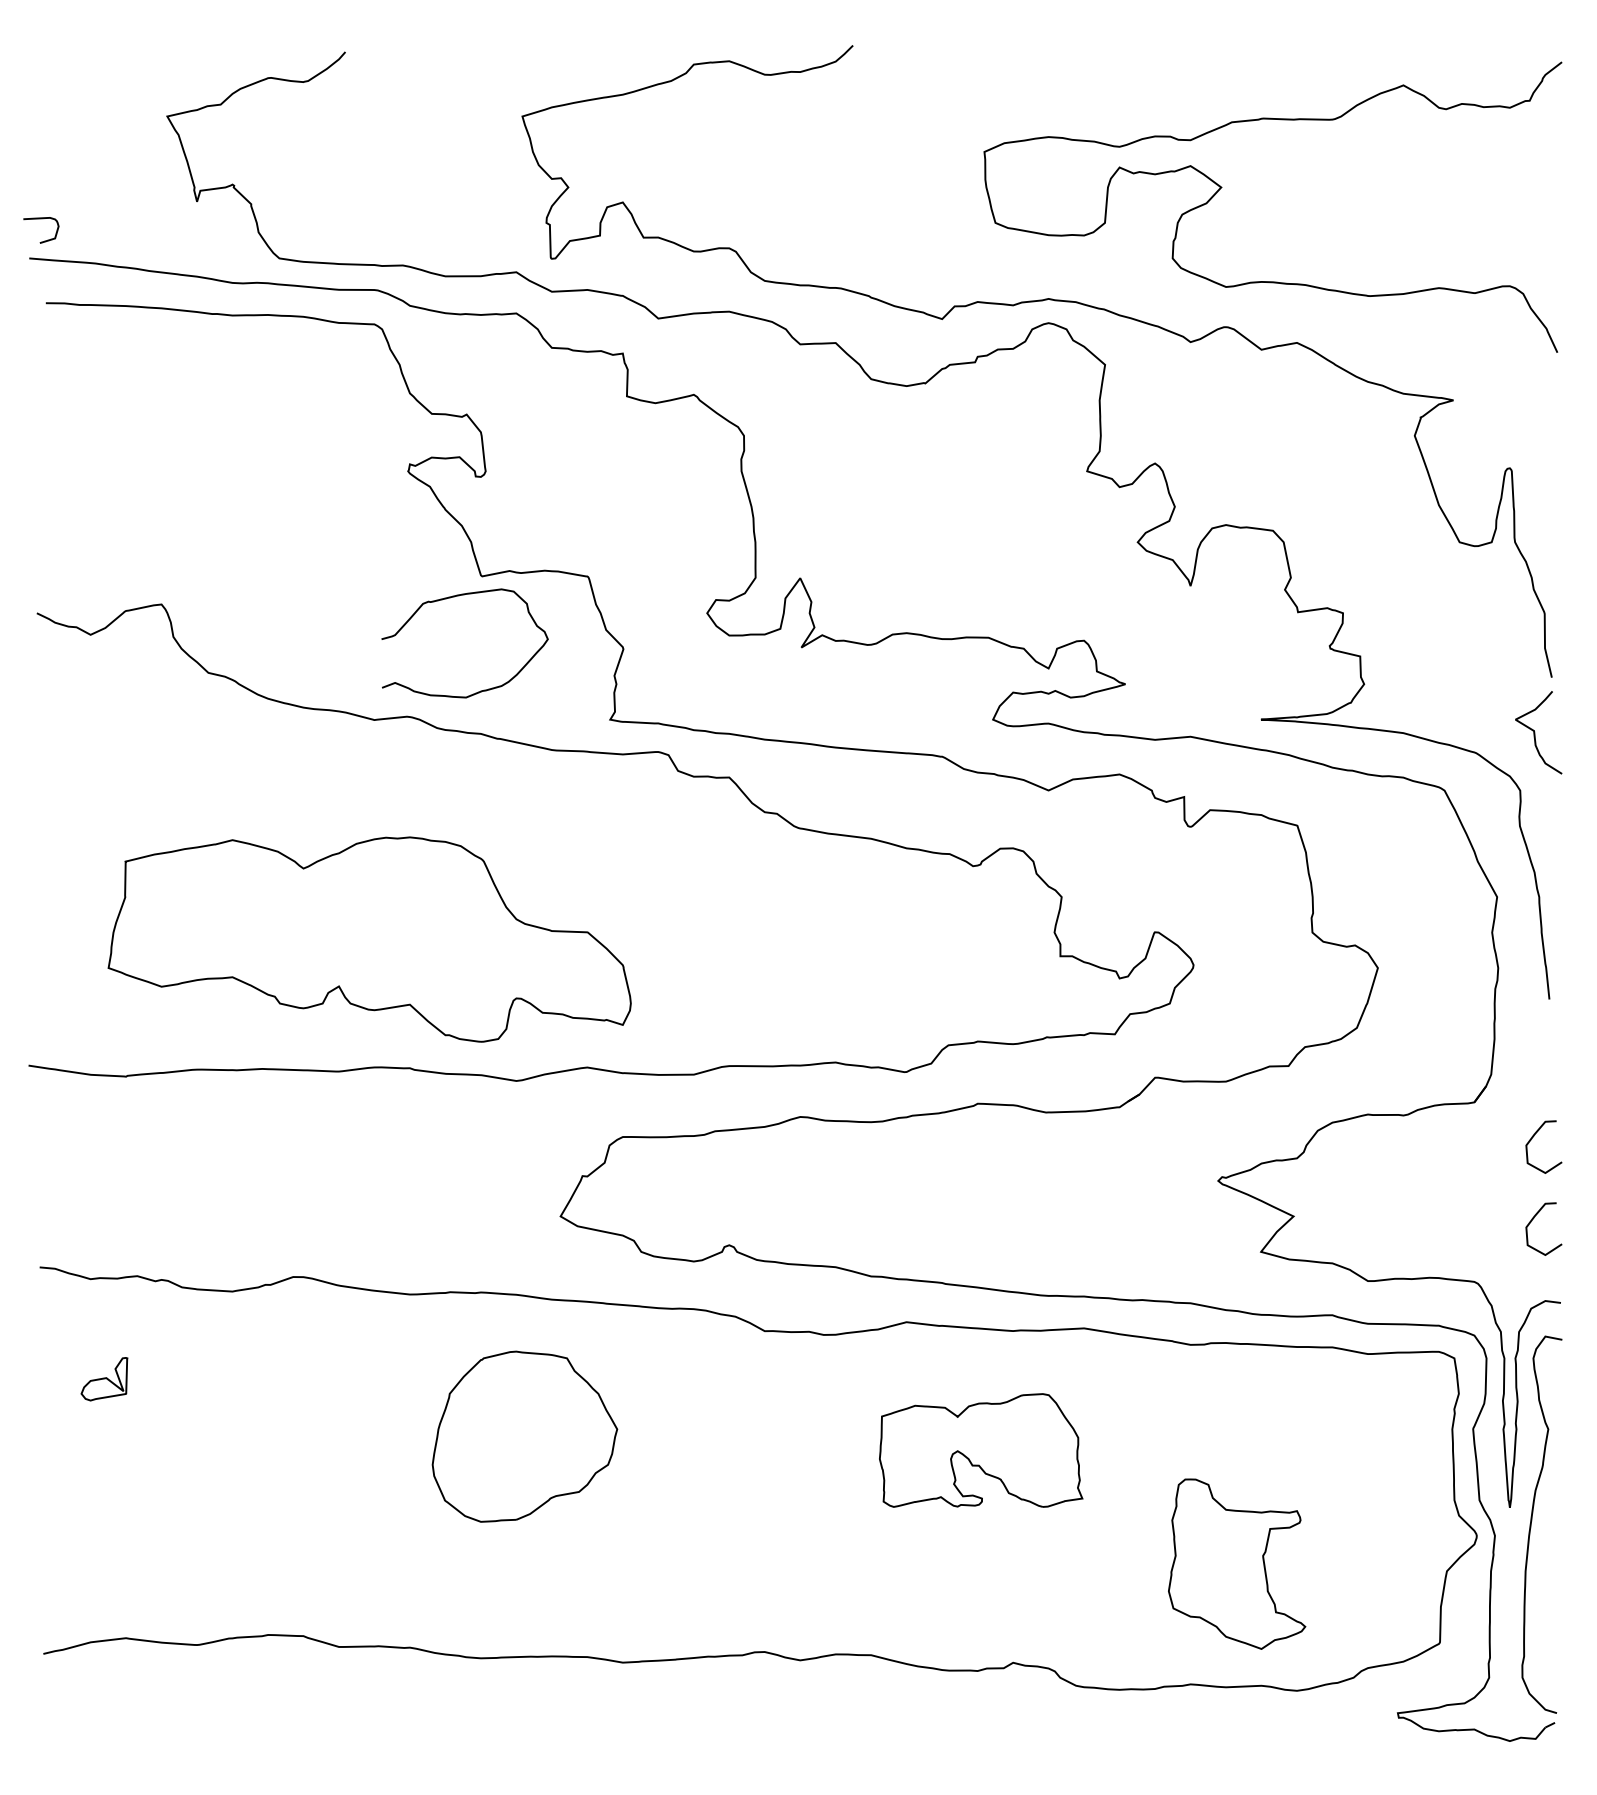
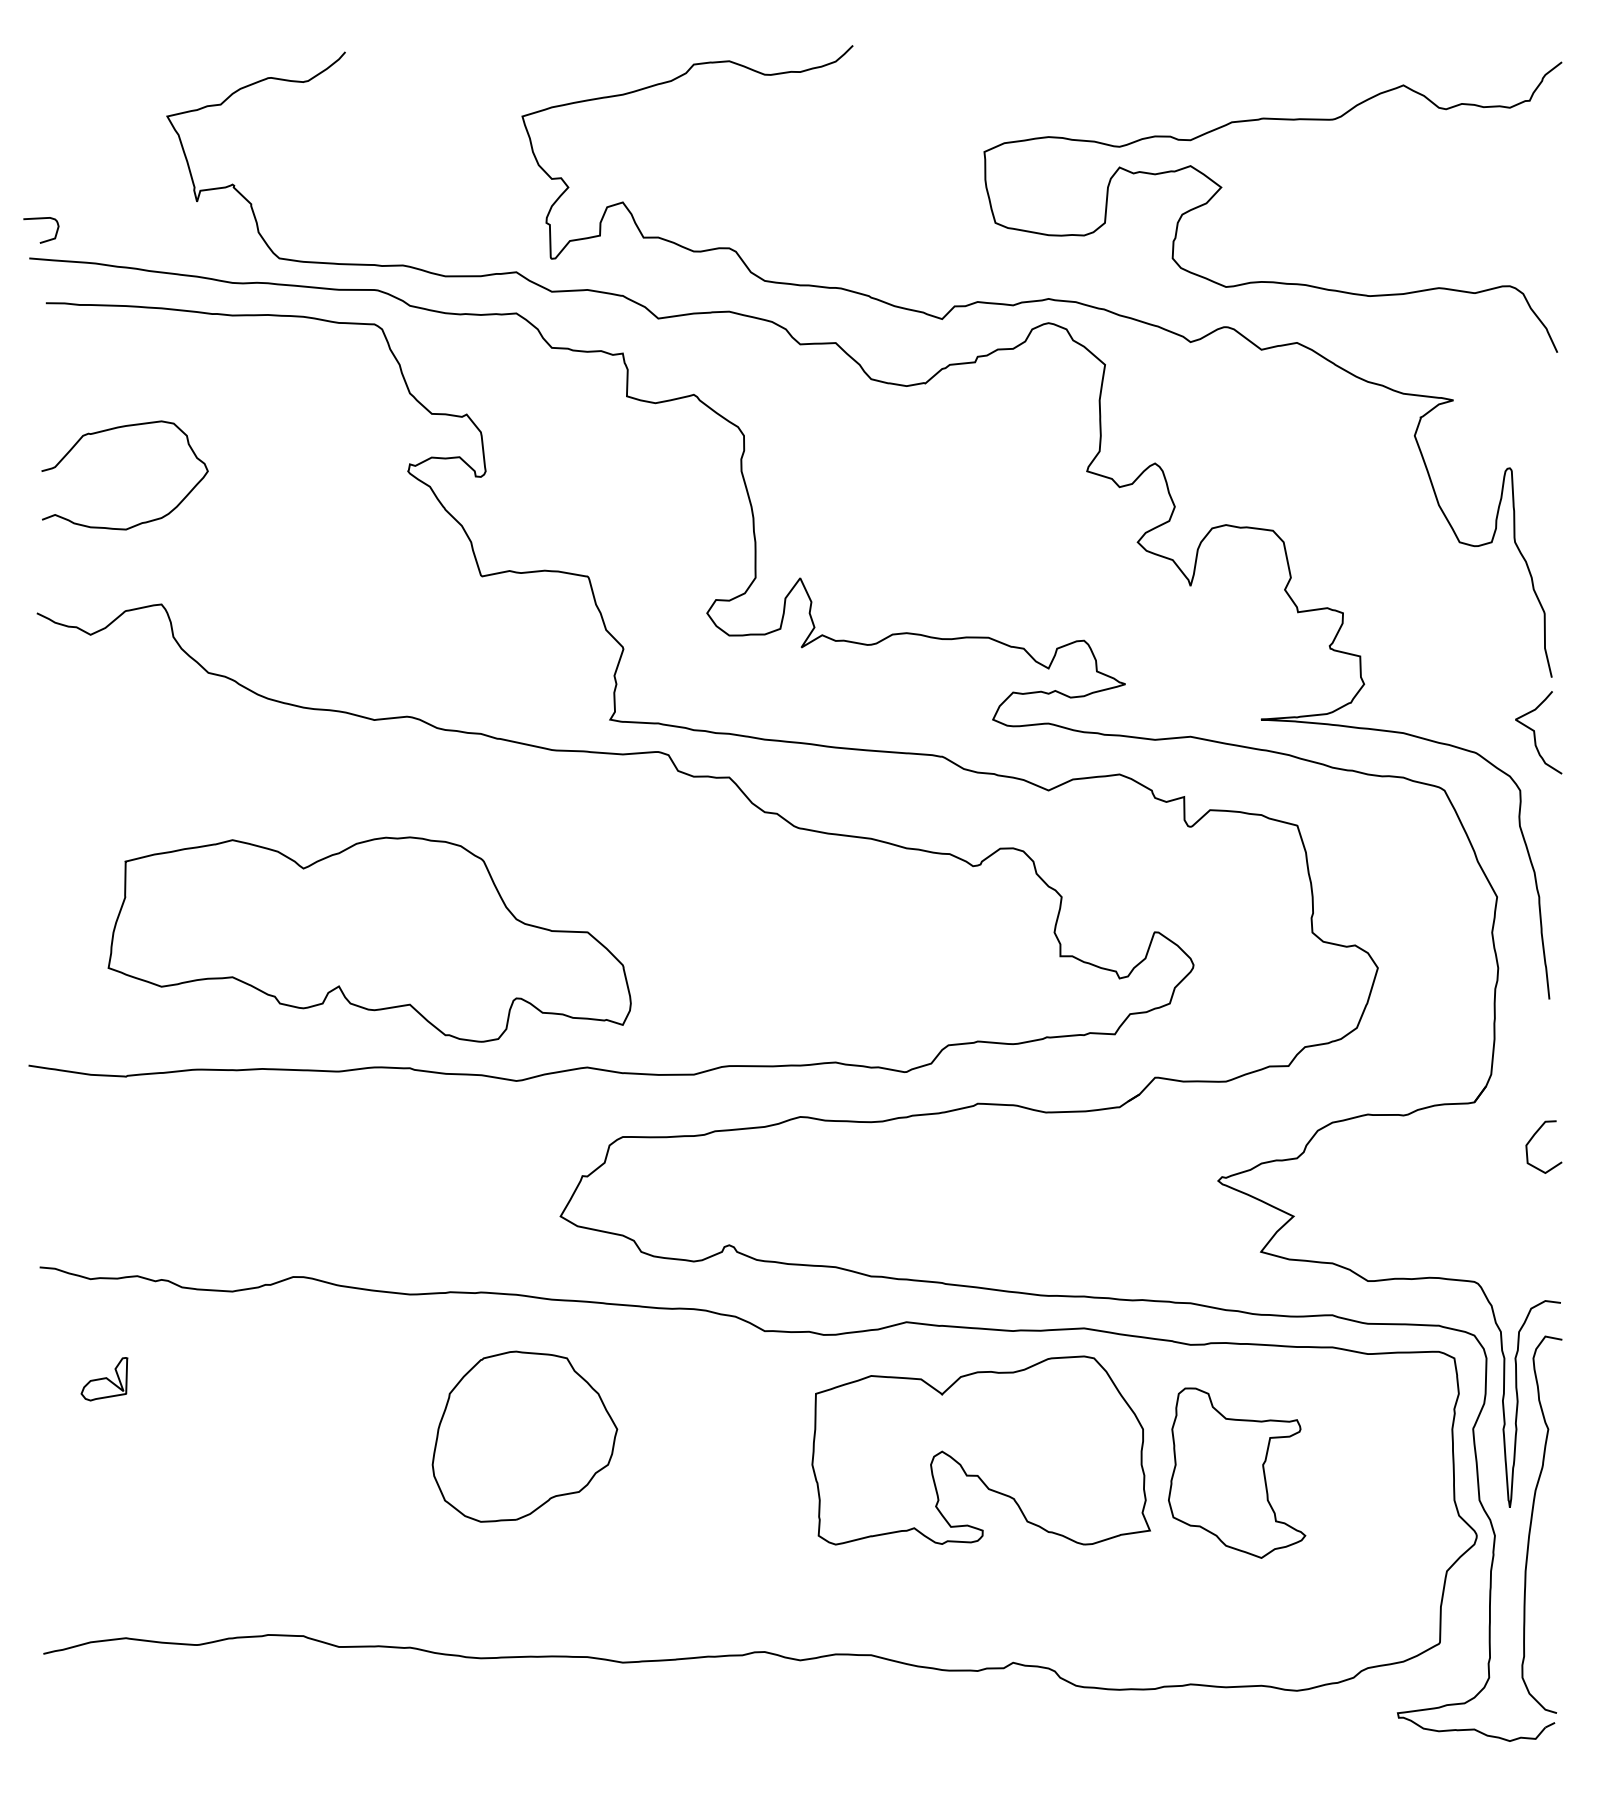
curve at (454, 597) position: (454, 597) -> (114, 429)
curve at (1531, 1222): present -> none
part at (981, 1450) size: 205x115 px -> 340x191 px
part at (1237, 1563) position: (1237, 1563) -> (1237, 1472)
